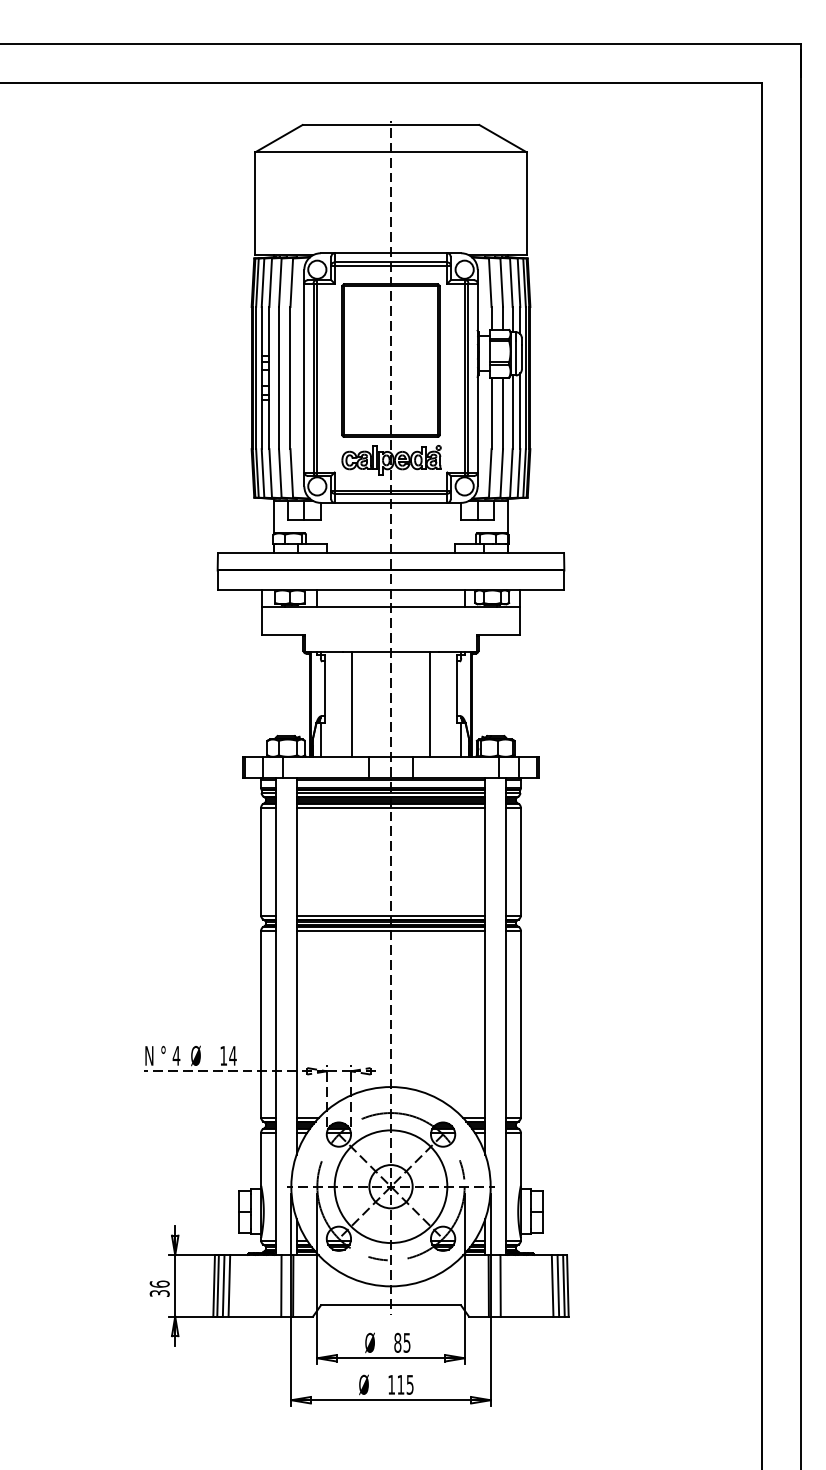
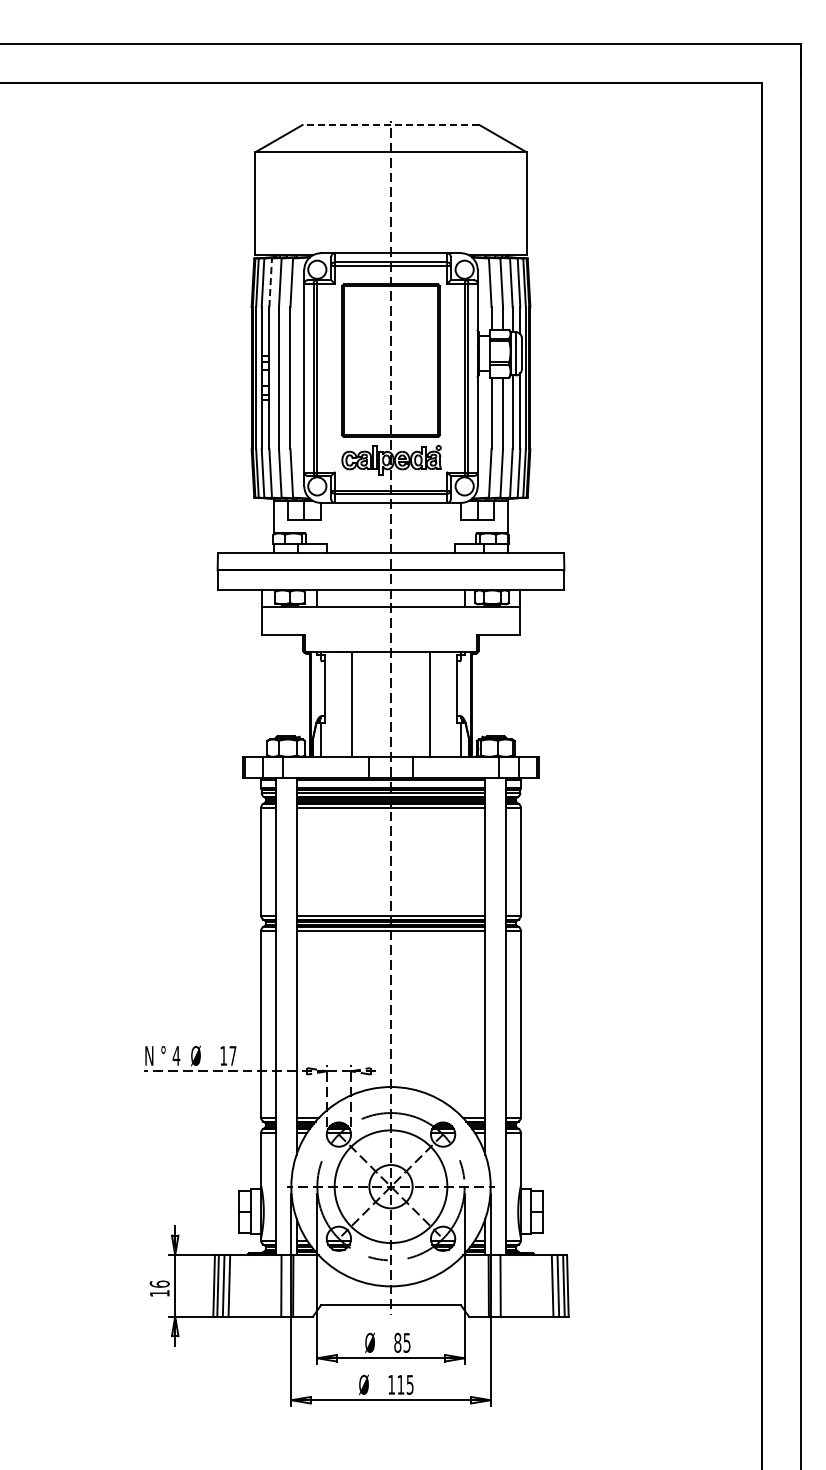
line at (390, 125): solid -> dashed
line at (270, 282): solid -> dashed
text at (232, 1055): 14 -> 17
text at (159, 1293): 36 -> 16
